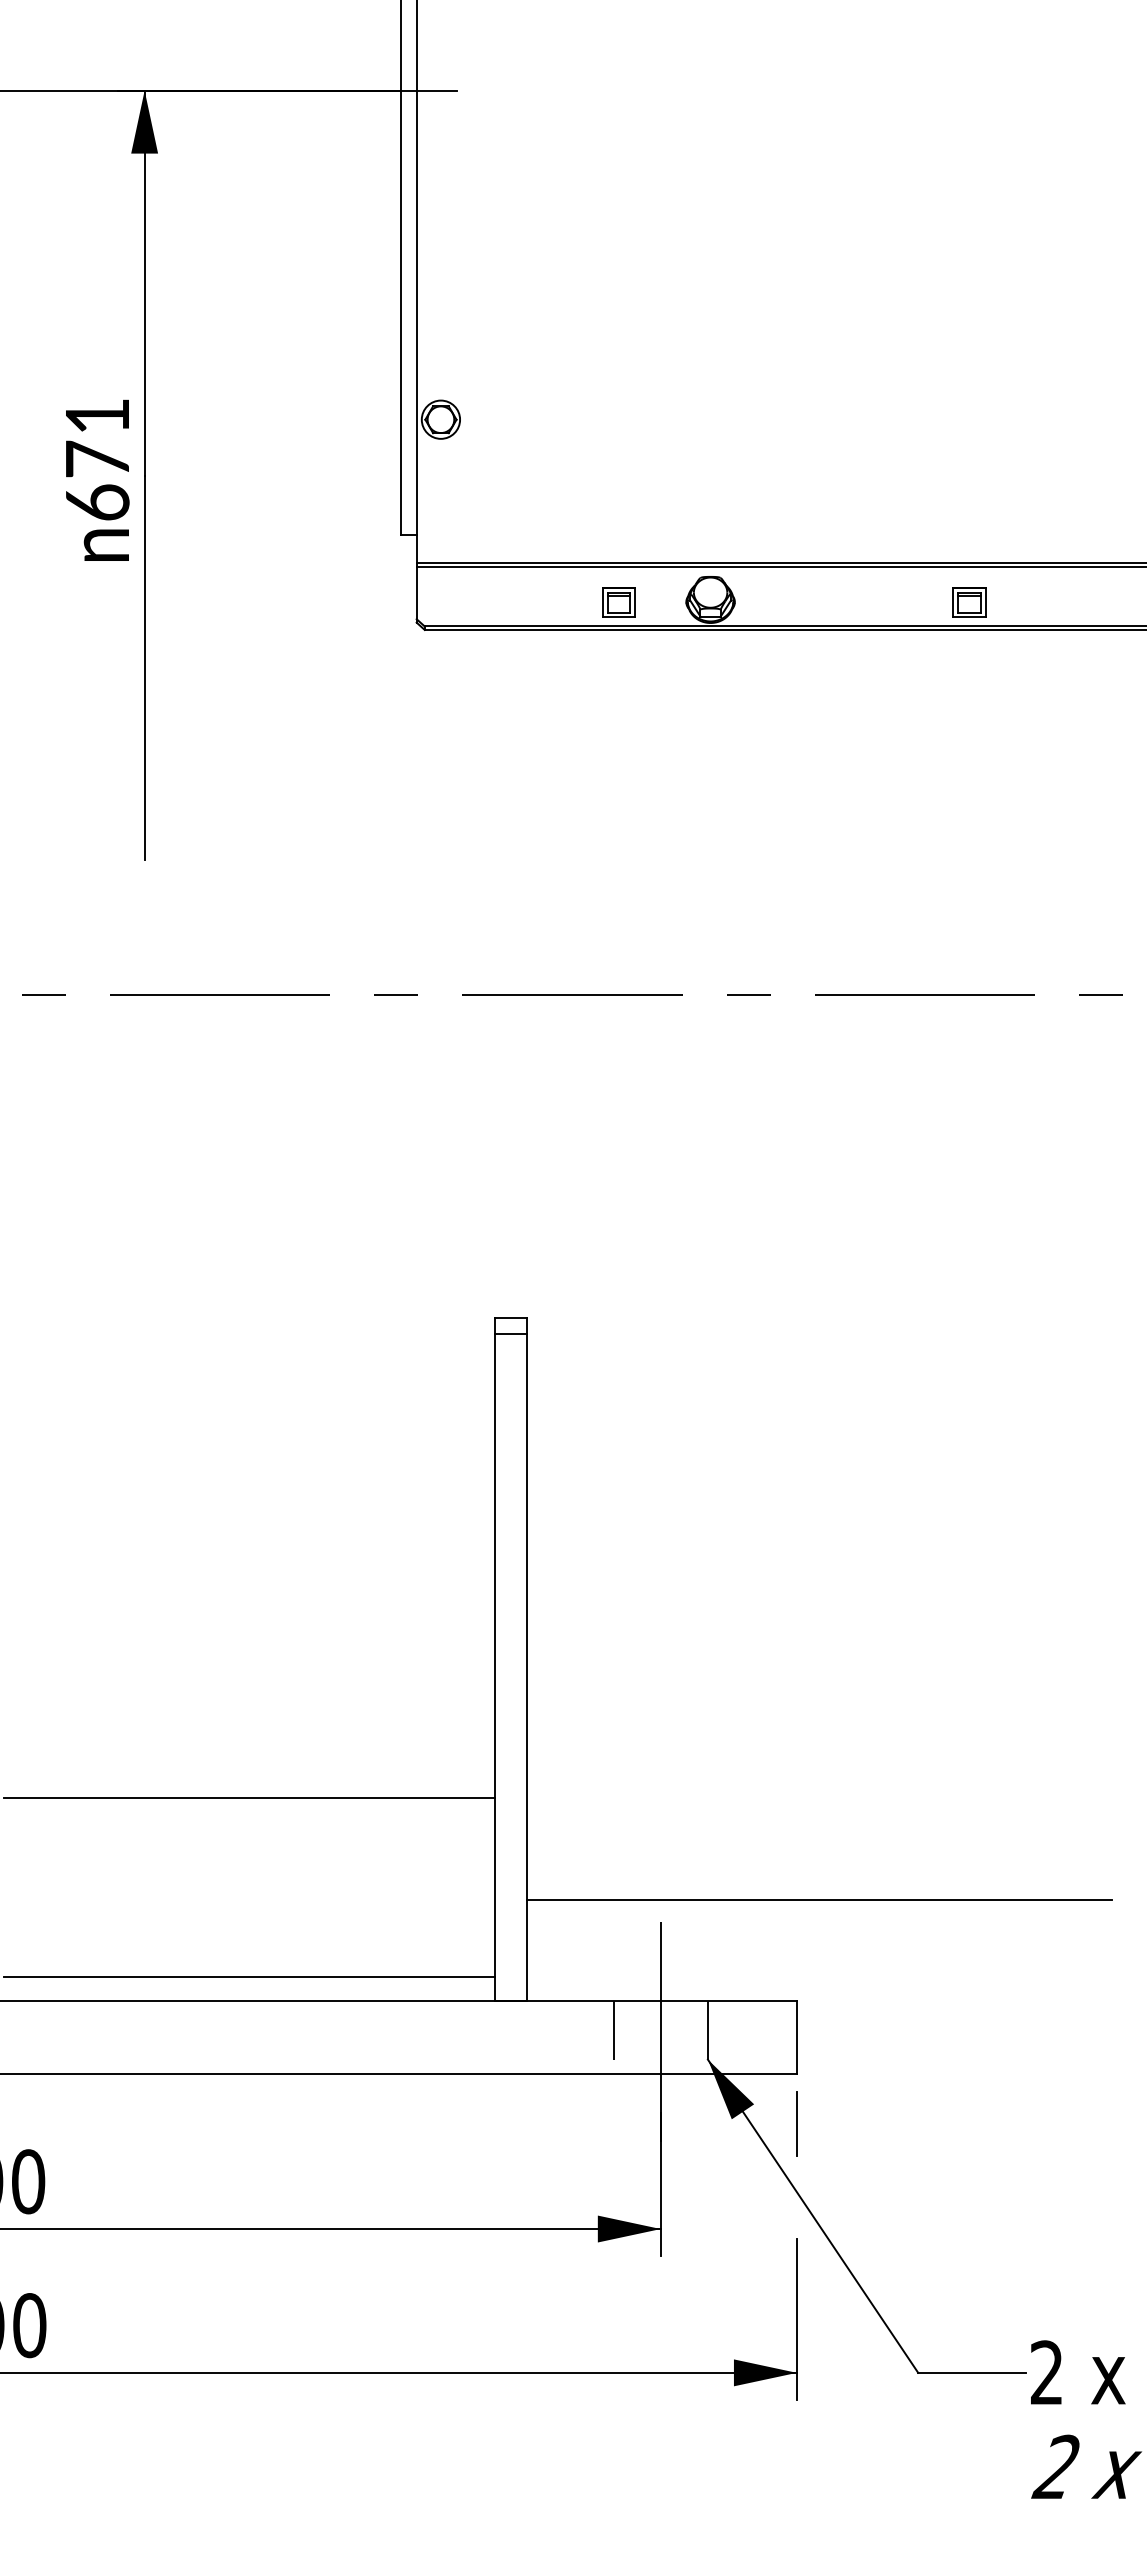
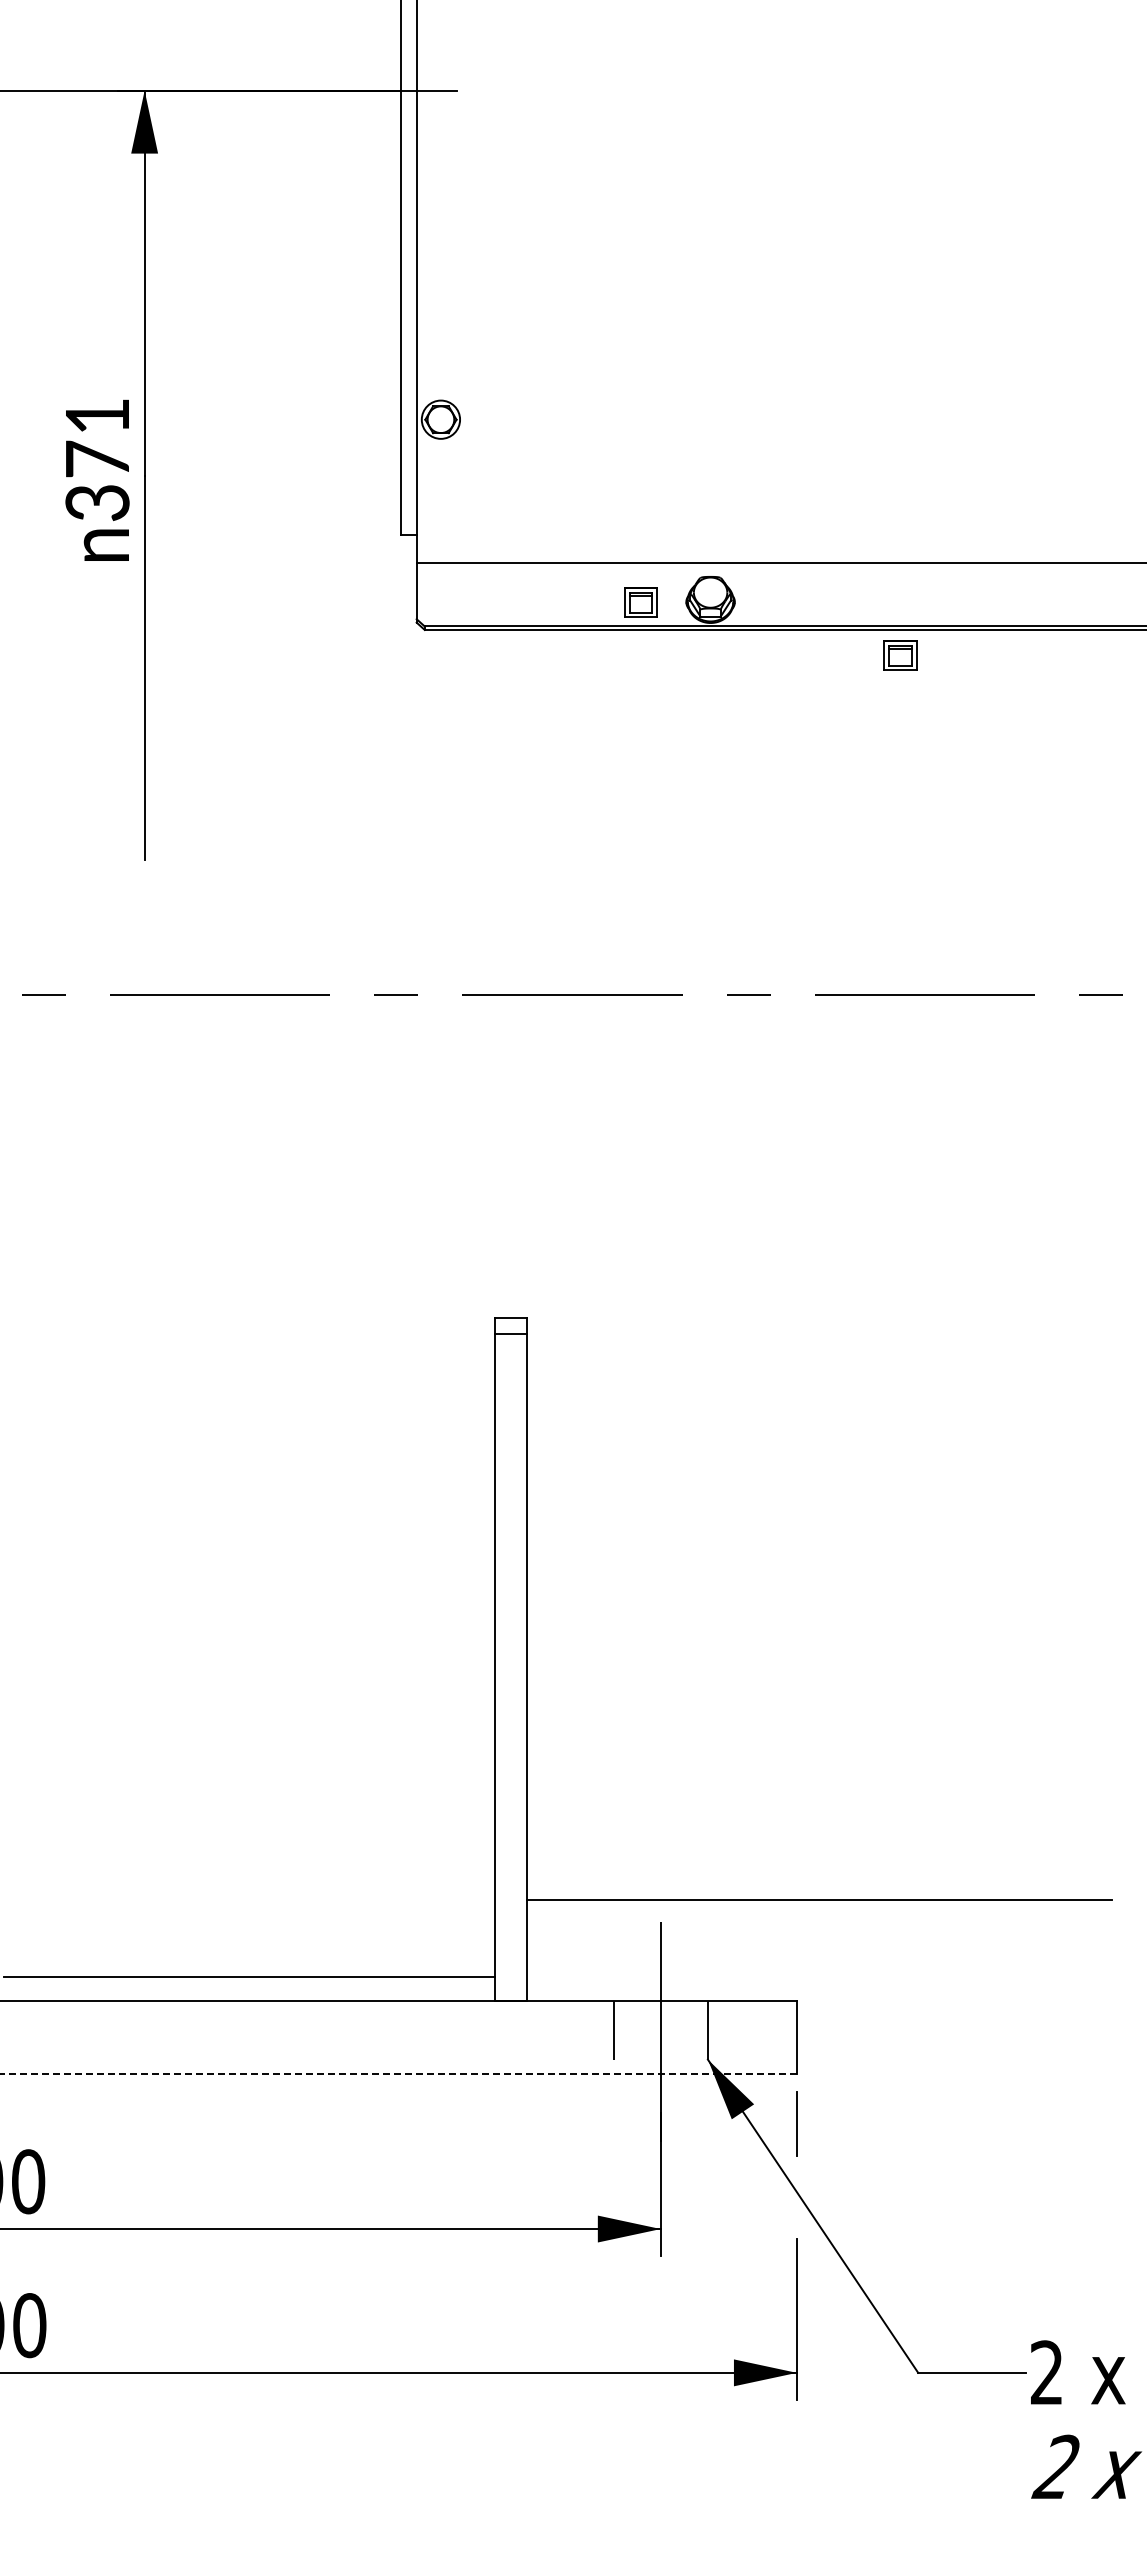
text at (97, 502): 671 -> 371
line at (779, 566): present -> none
part at (618, 602) position: (618, 602) -> (640, 602)
part at (969, 602) position: (969, 602) -> (900, 655)
line at (249, 1797): present -> none
line at (398, 2074): solid -> dashed
